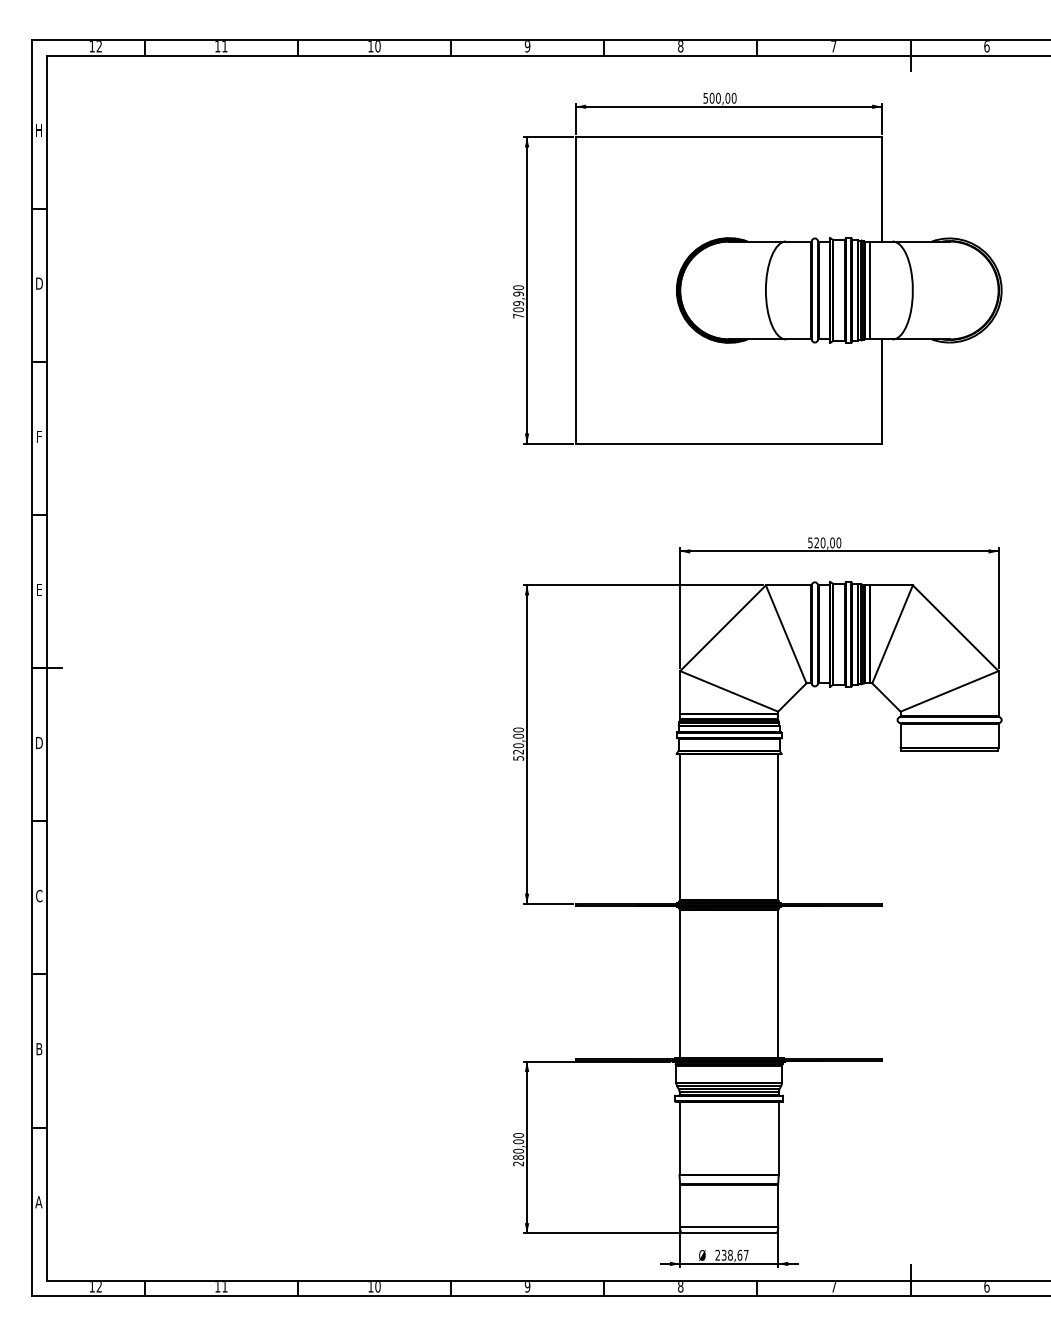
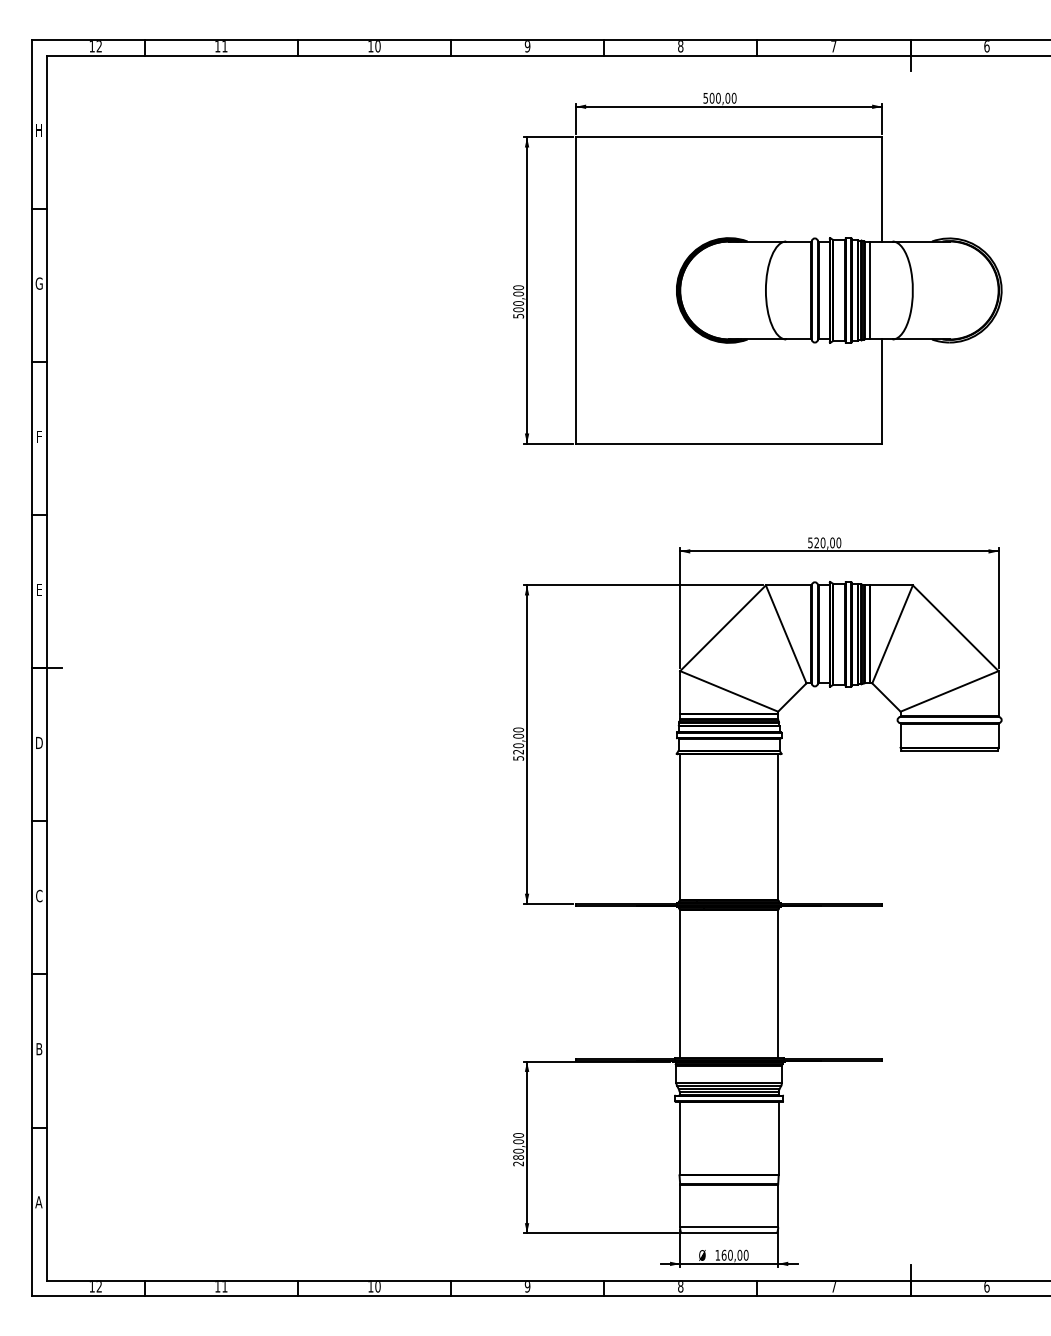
text at (38, 283): D -> G
text at (518, 304): 709,90 -> 500,00
text at (731, 1254): 238,67 -> 160,00
